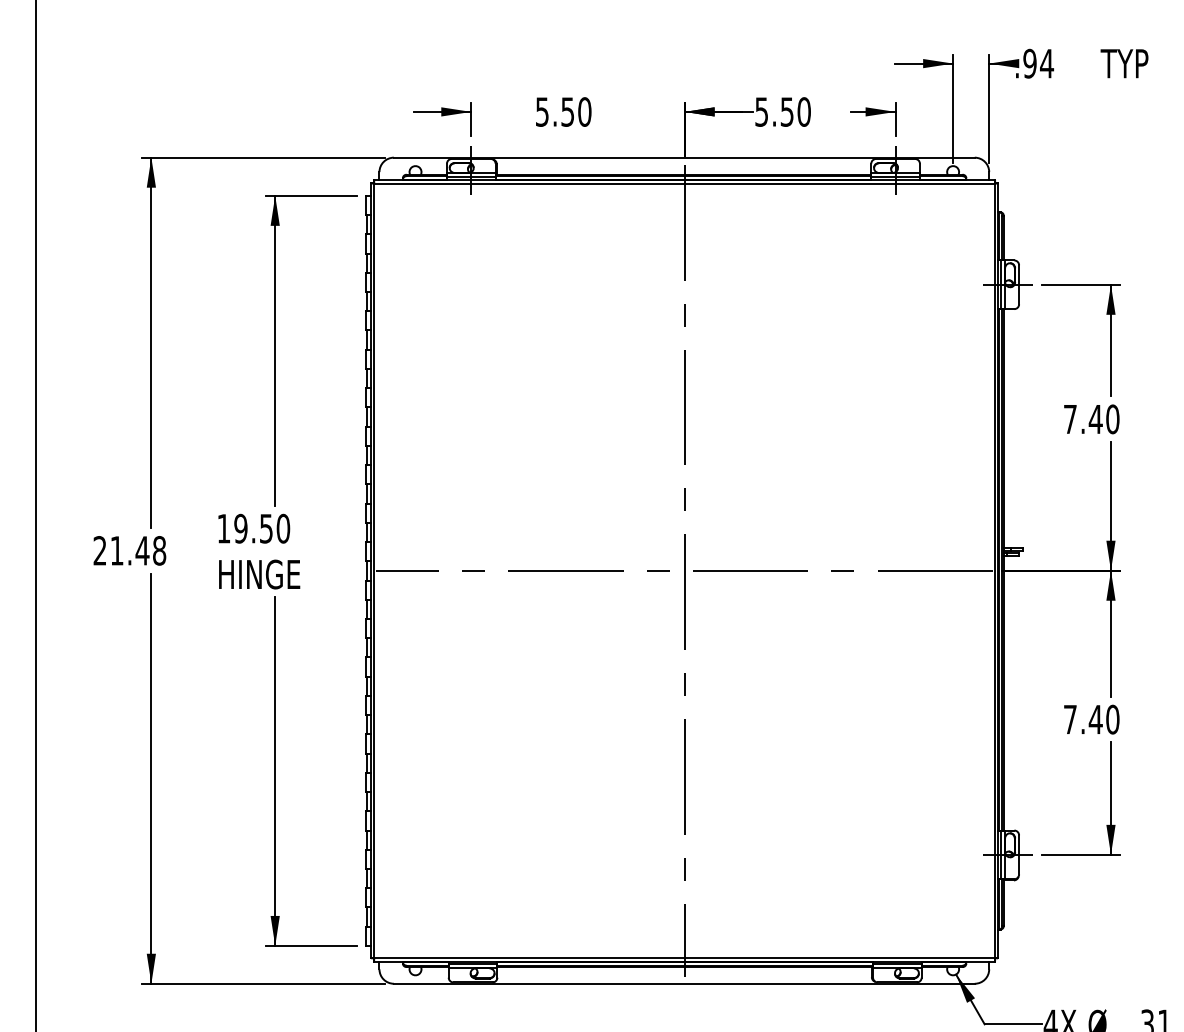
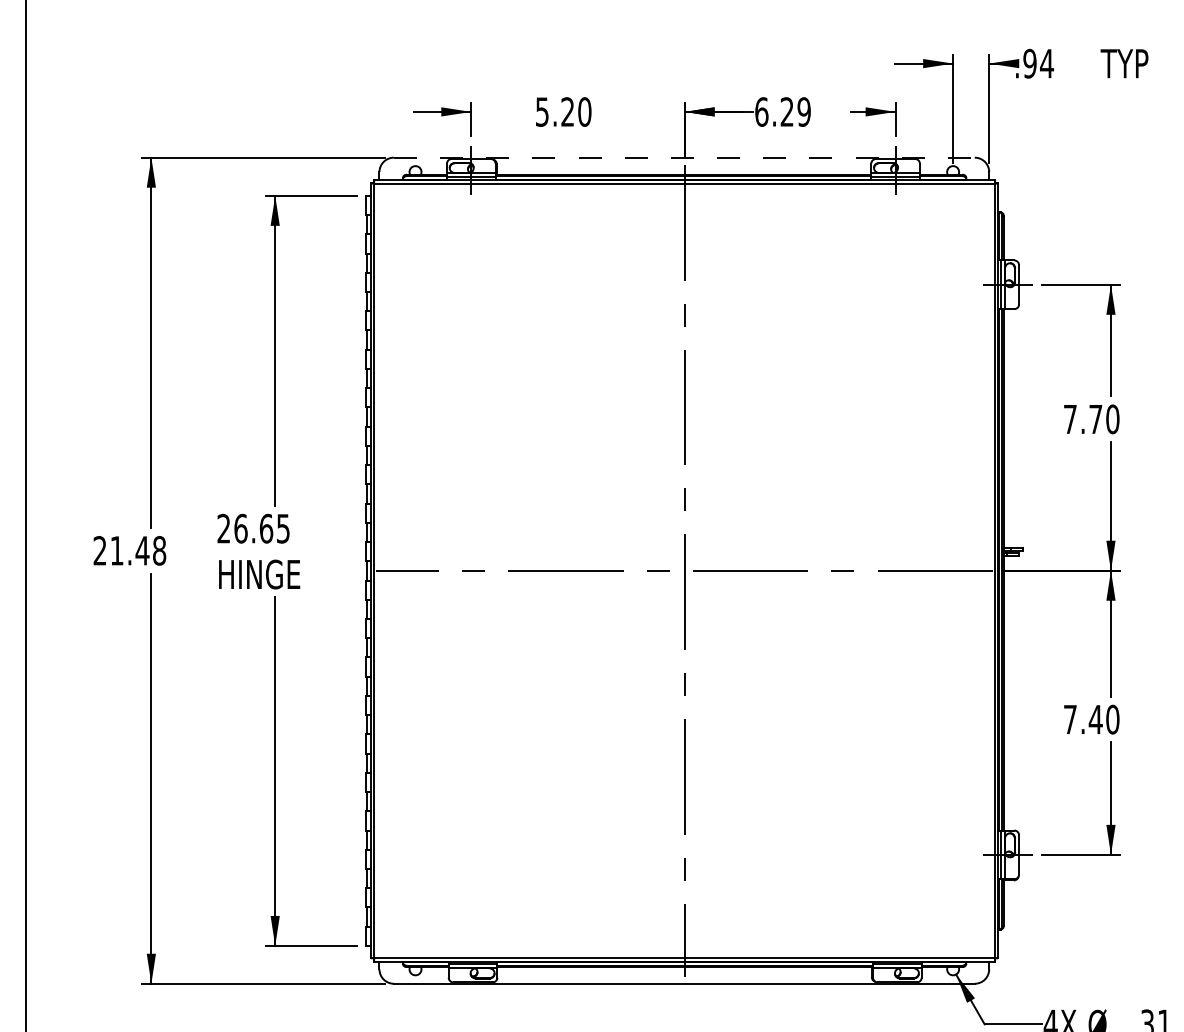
text at (567, 111): 5.50 -> 5.20
text at (782, 111): 5.50 -> 6.29
line at (684, 157): solid -> dashed
text at (1095, 419): 7.40 -> 7.70
line at (35, 515) position: (35, 515) -> (25, 515)
text at (253, 528): 19.50 -> 26.65
